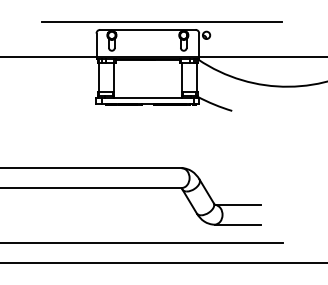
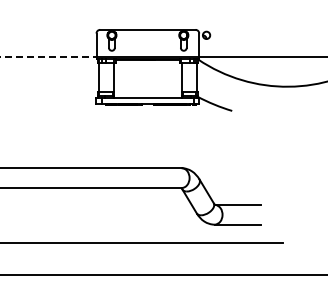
line at (161, 22): present -> none
line at (48, 57): solid -> dashed
line at (163, 262) position: (163, 262) -> (163, 274)
